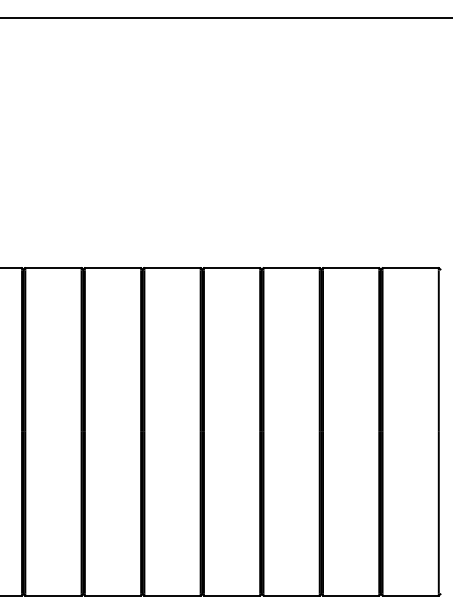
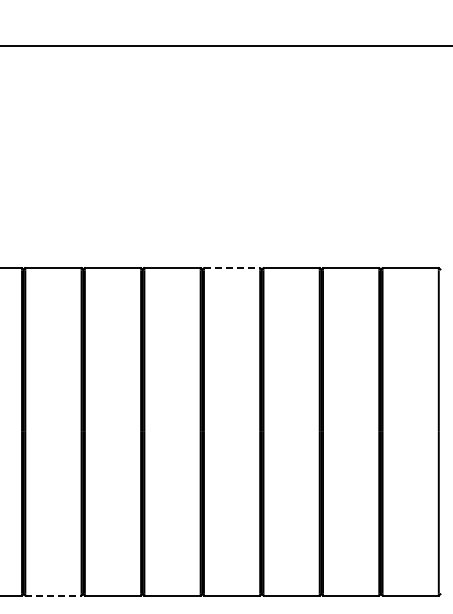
line at (225, 18) position: (225, 18) -> (225, 46)
line at (232, 268): solid -> dashed
line at (53, 595): solid -> dashed
